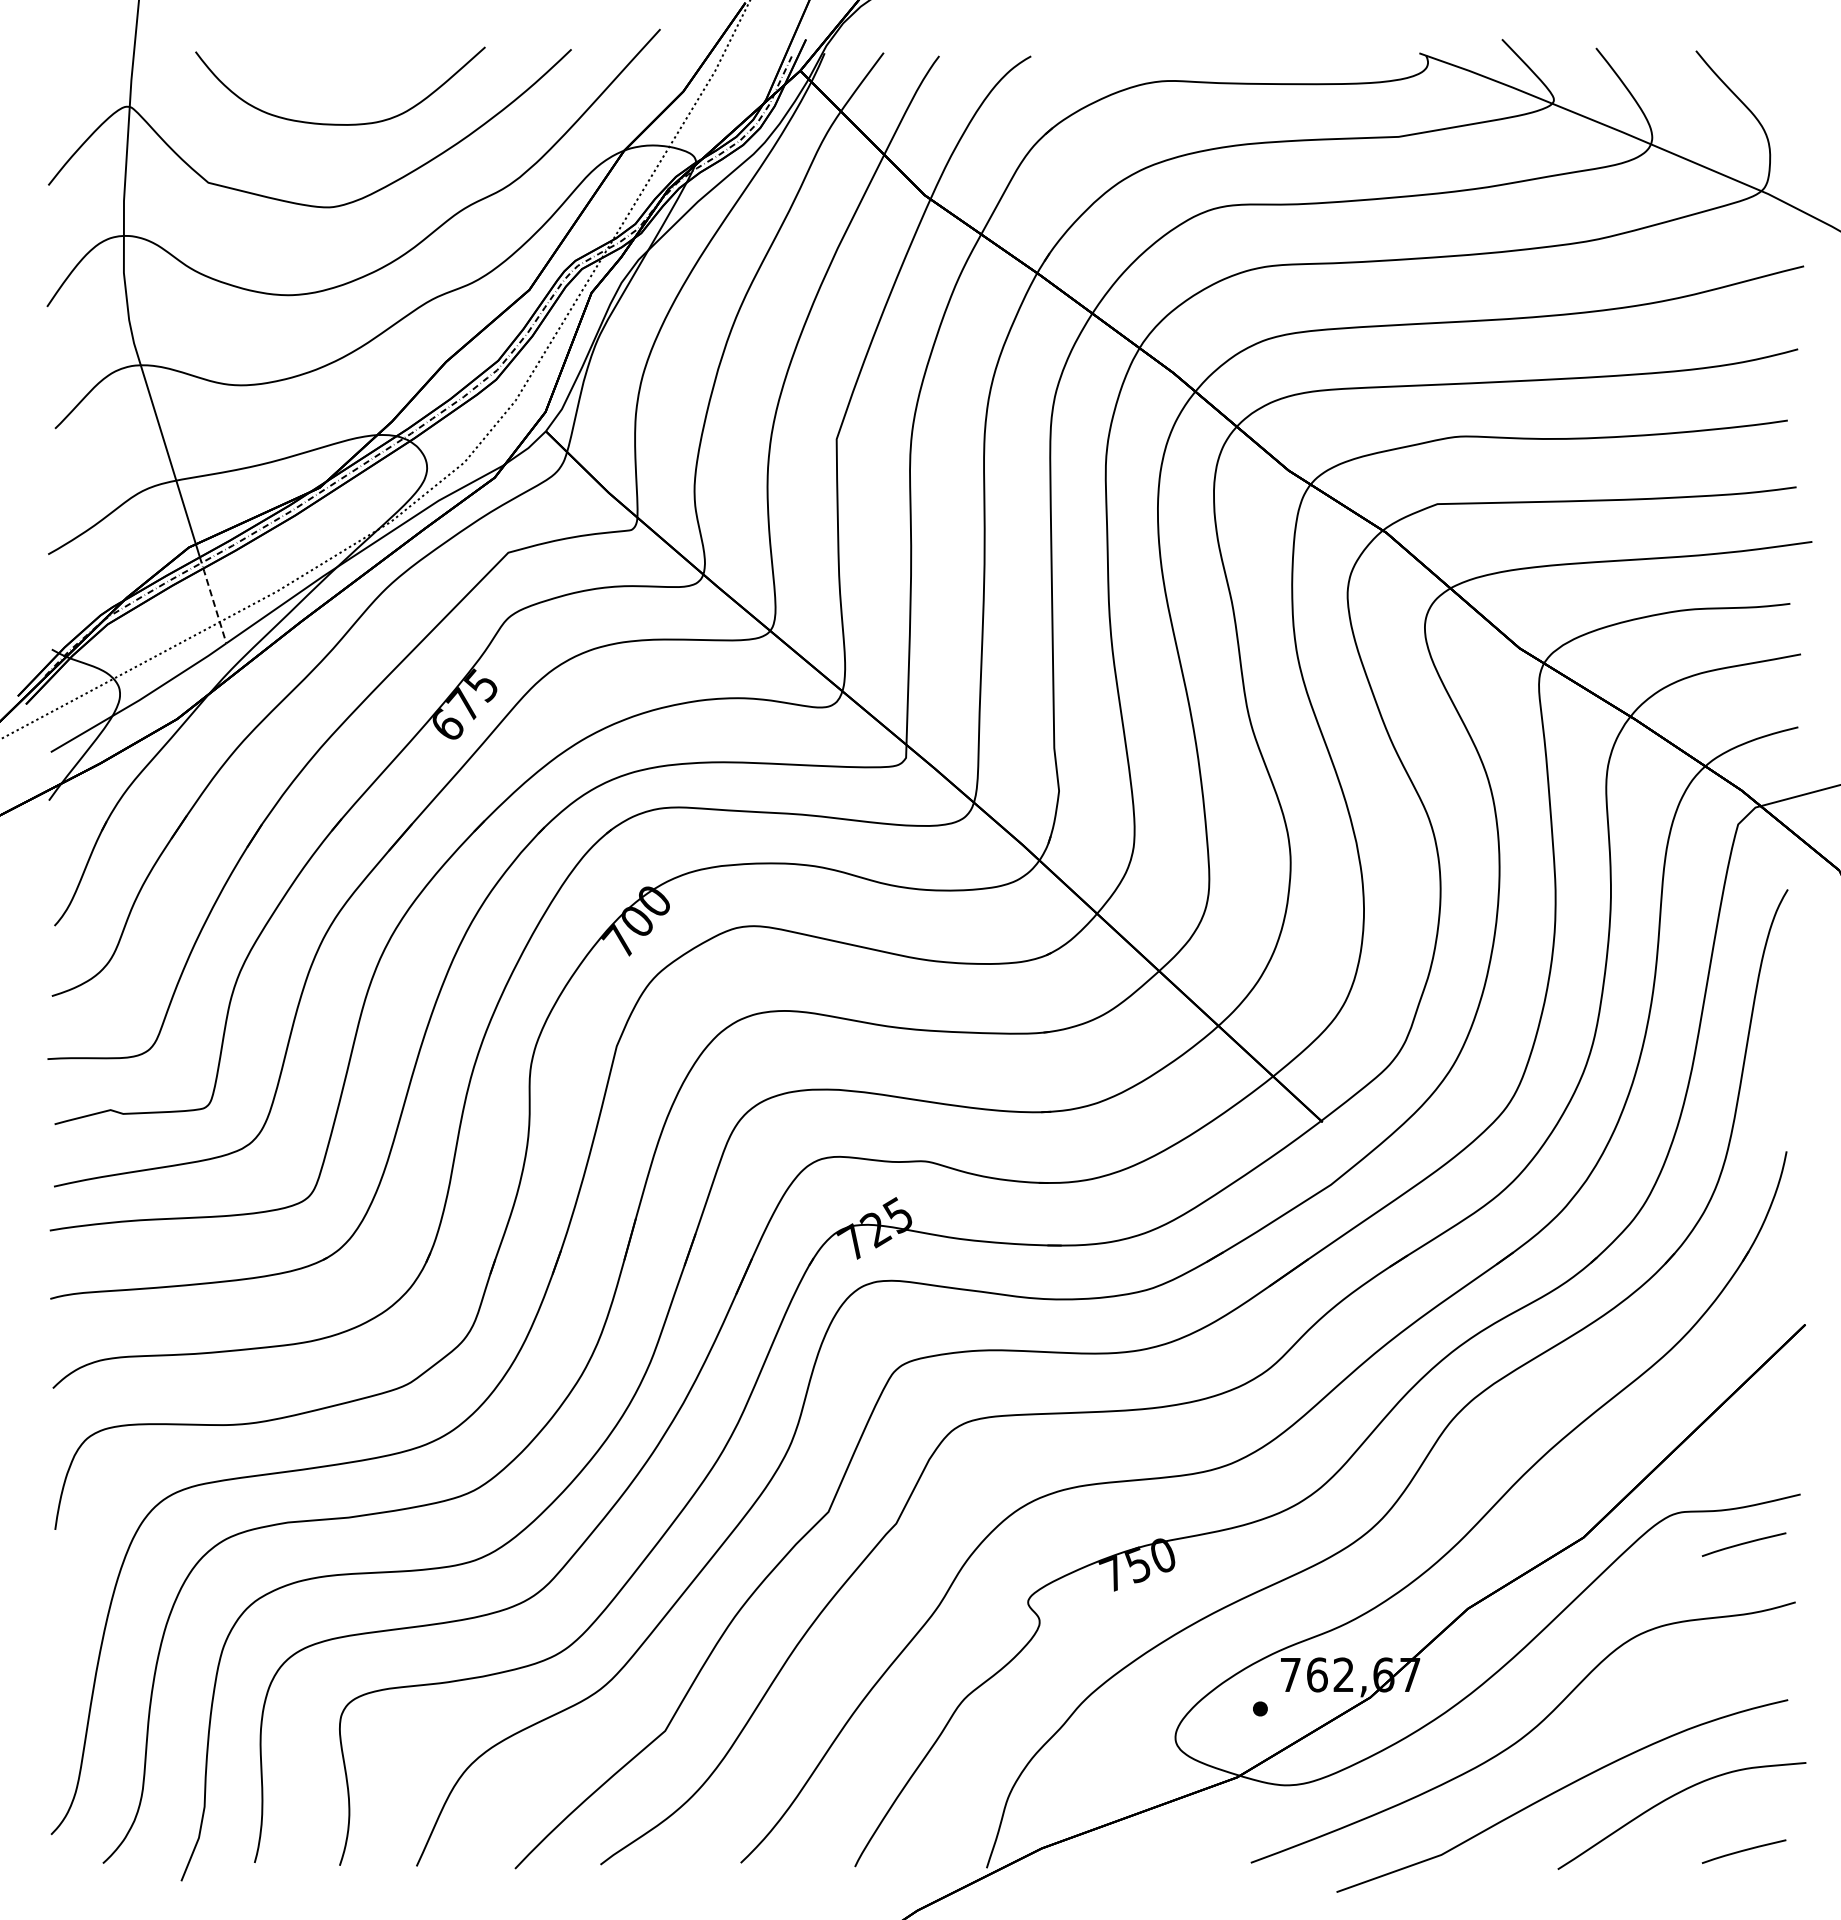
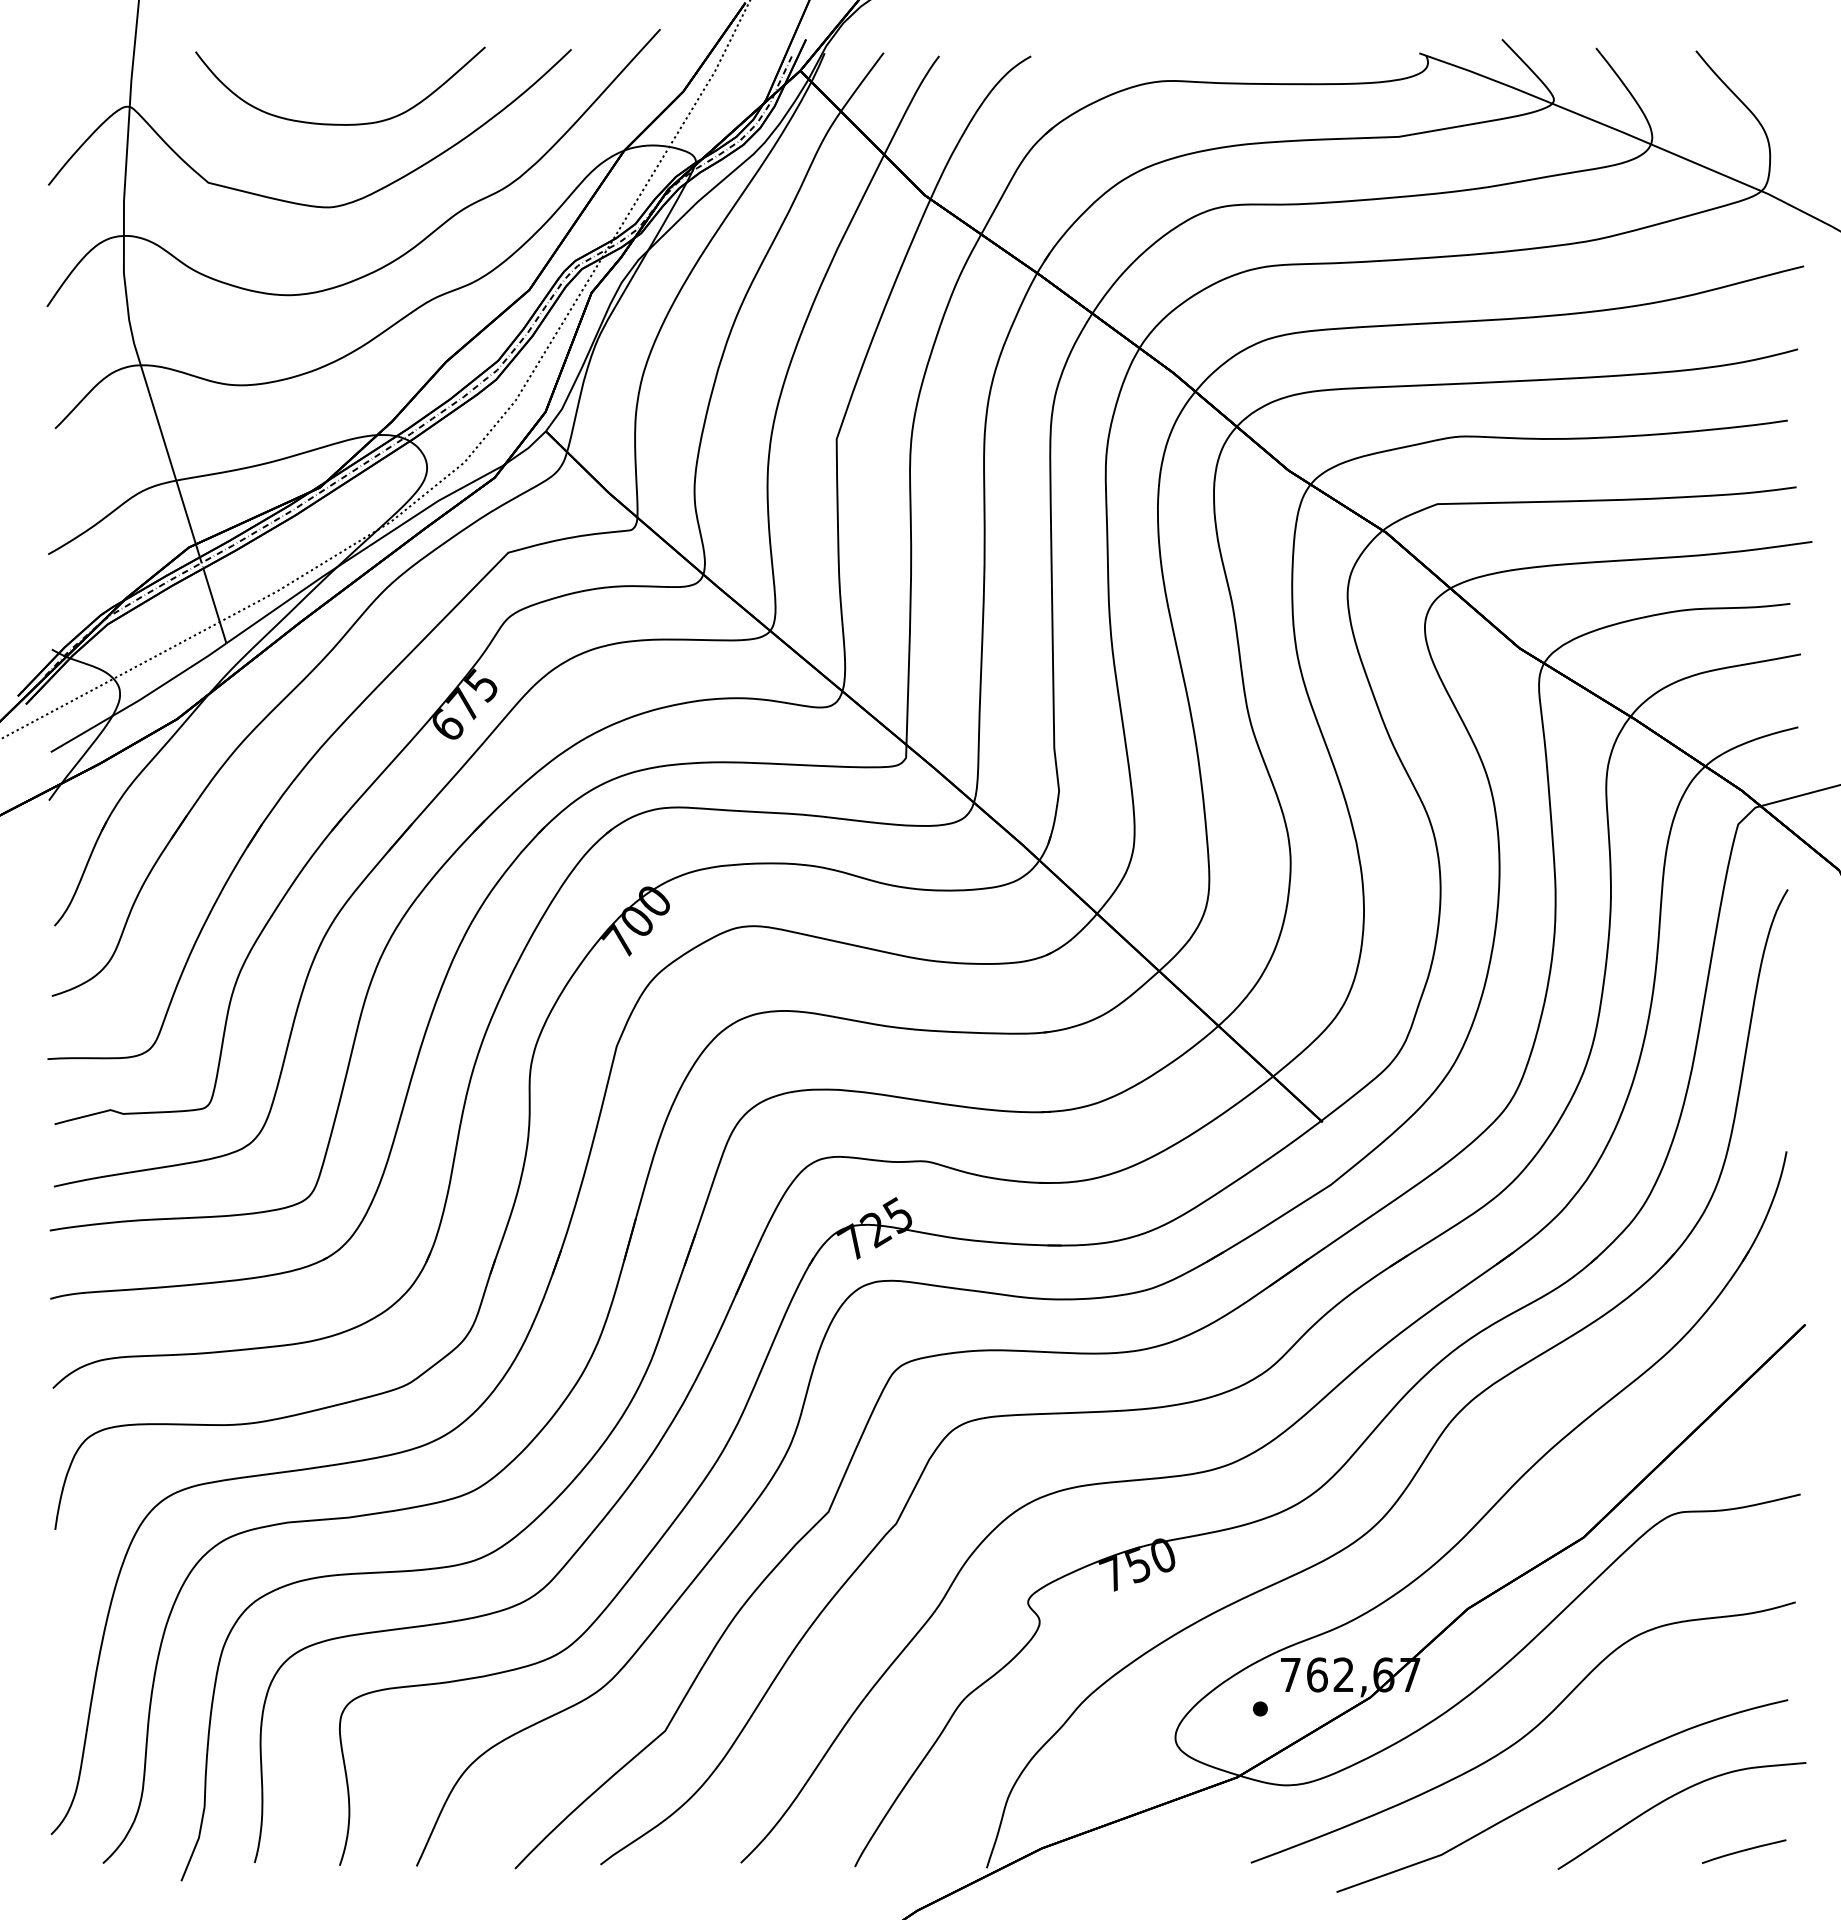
line at (214, 605): dashed -> solid
curve at (1743, 1544): present -> none
